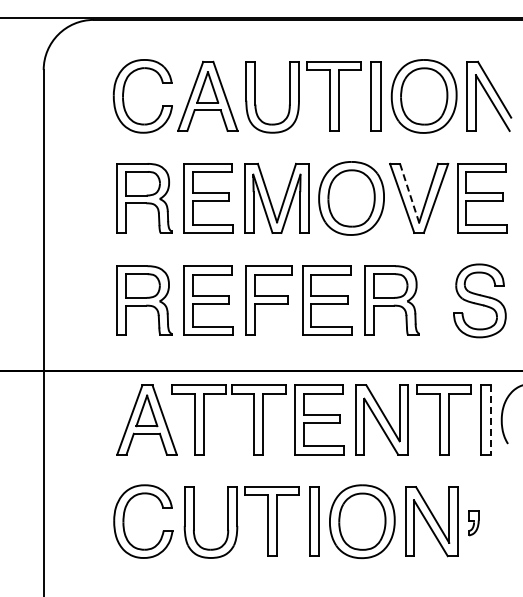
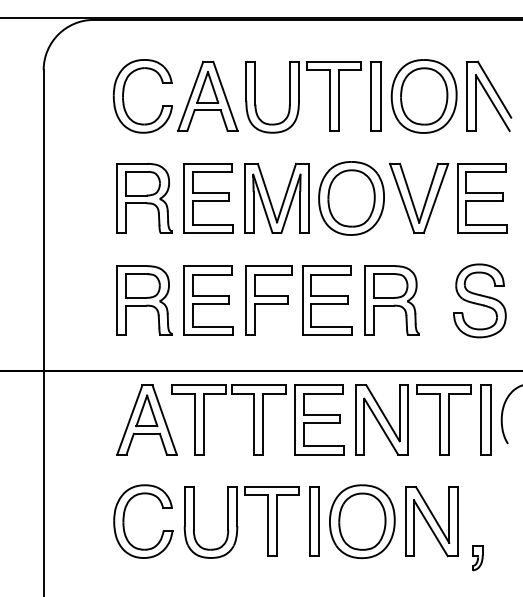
line at (409, 193): dashed -> solid
line at (490, 419): dashed -> solid
part at (473, 523) position: (473, 523) -> (477, 558)
